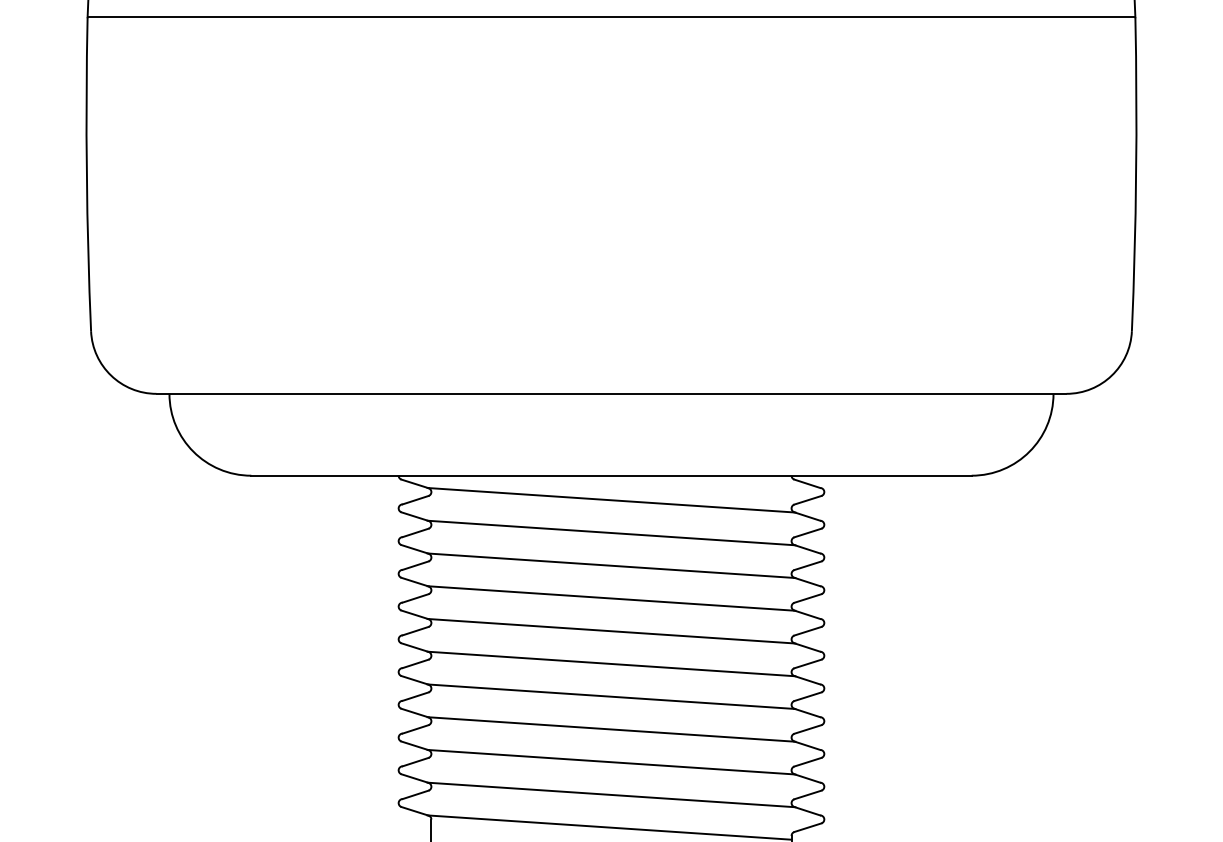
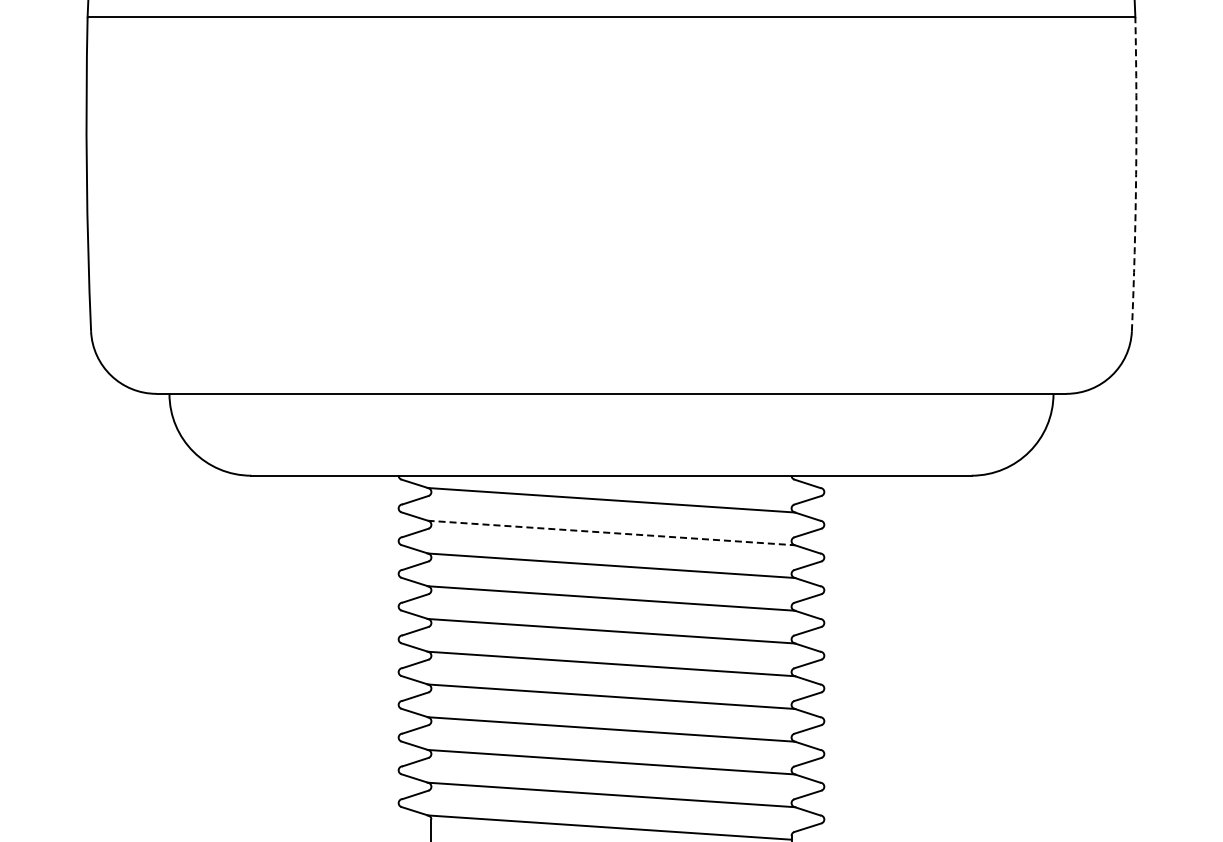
arc at (1136, 174): solid -> dashed
line at (611, 533): solid -> dashed
